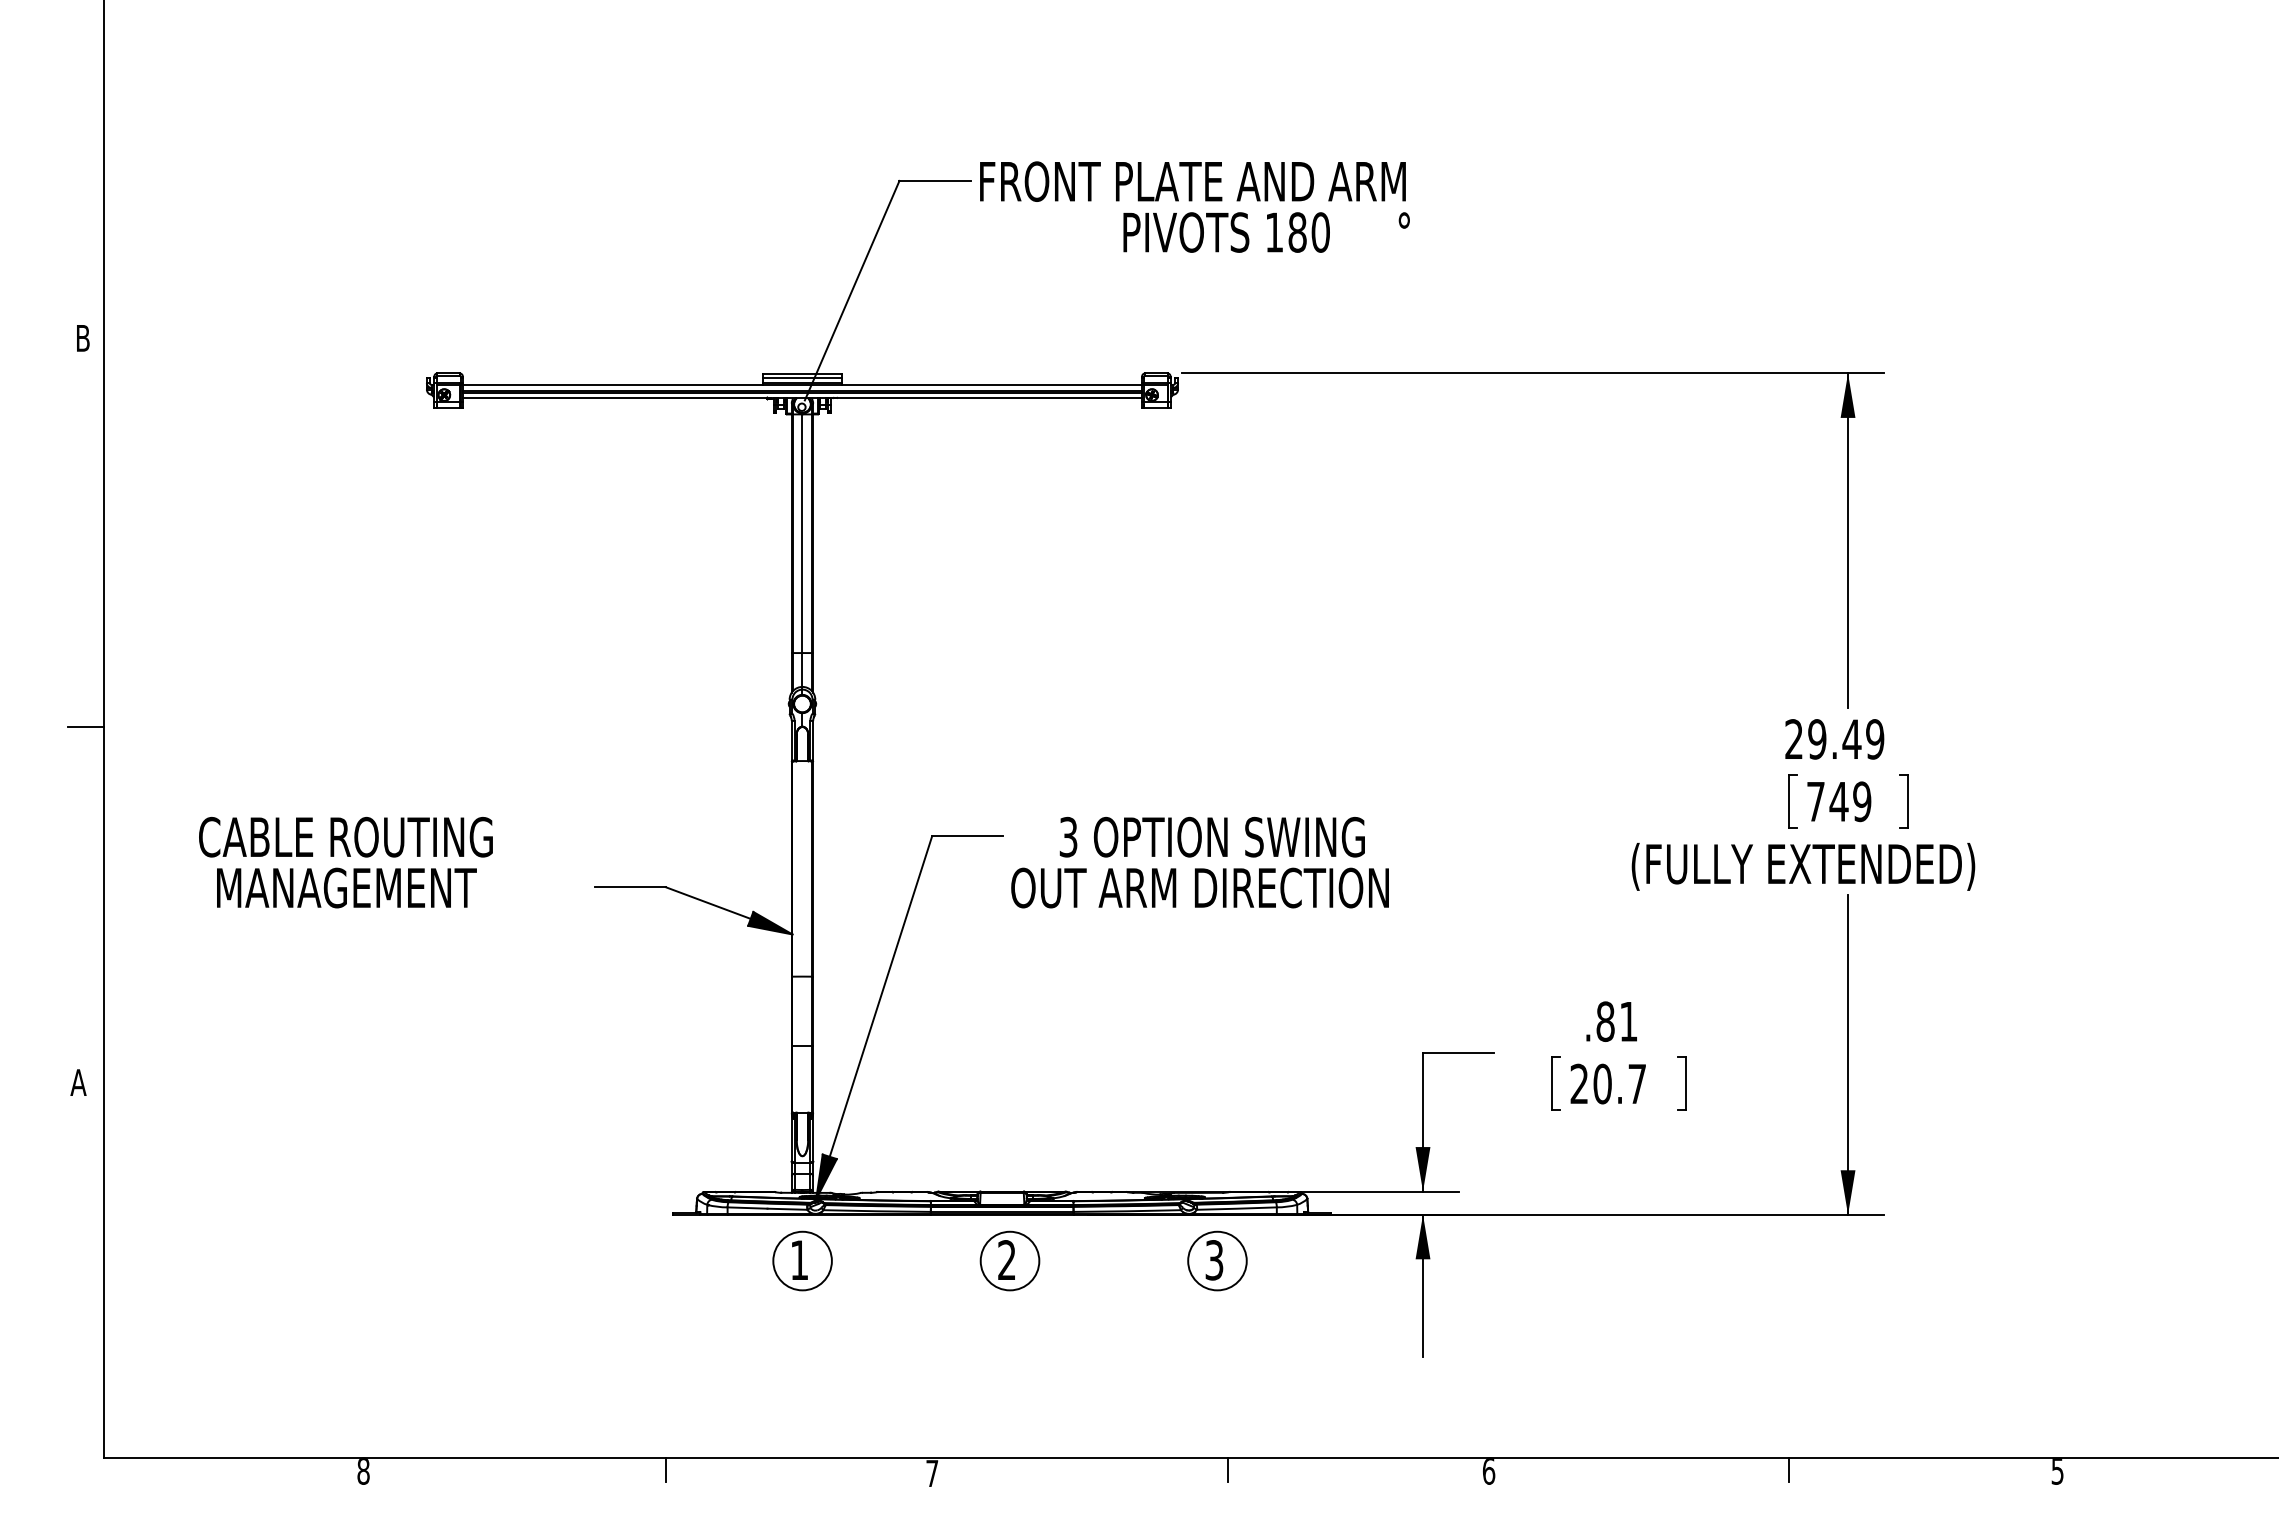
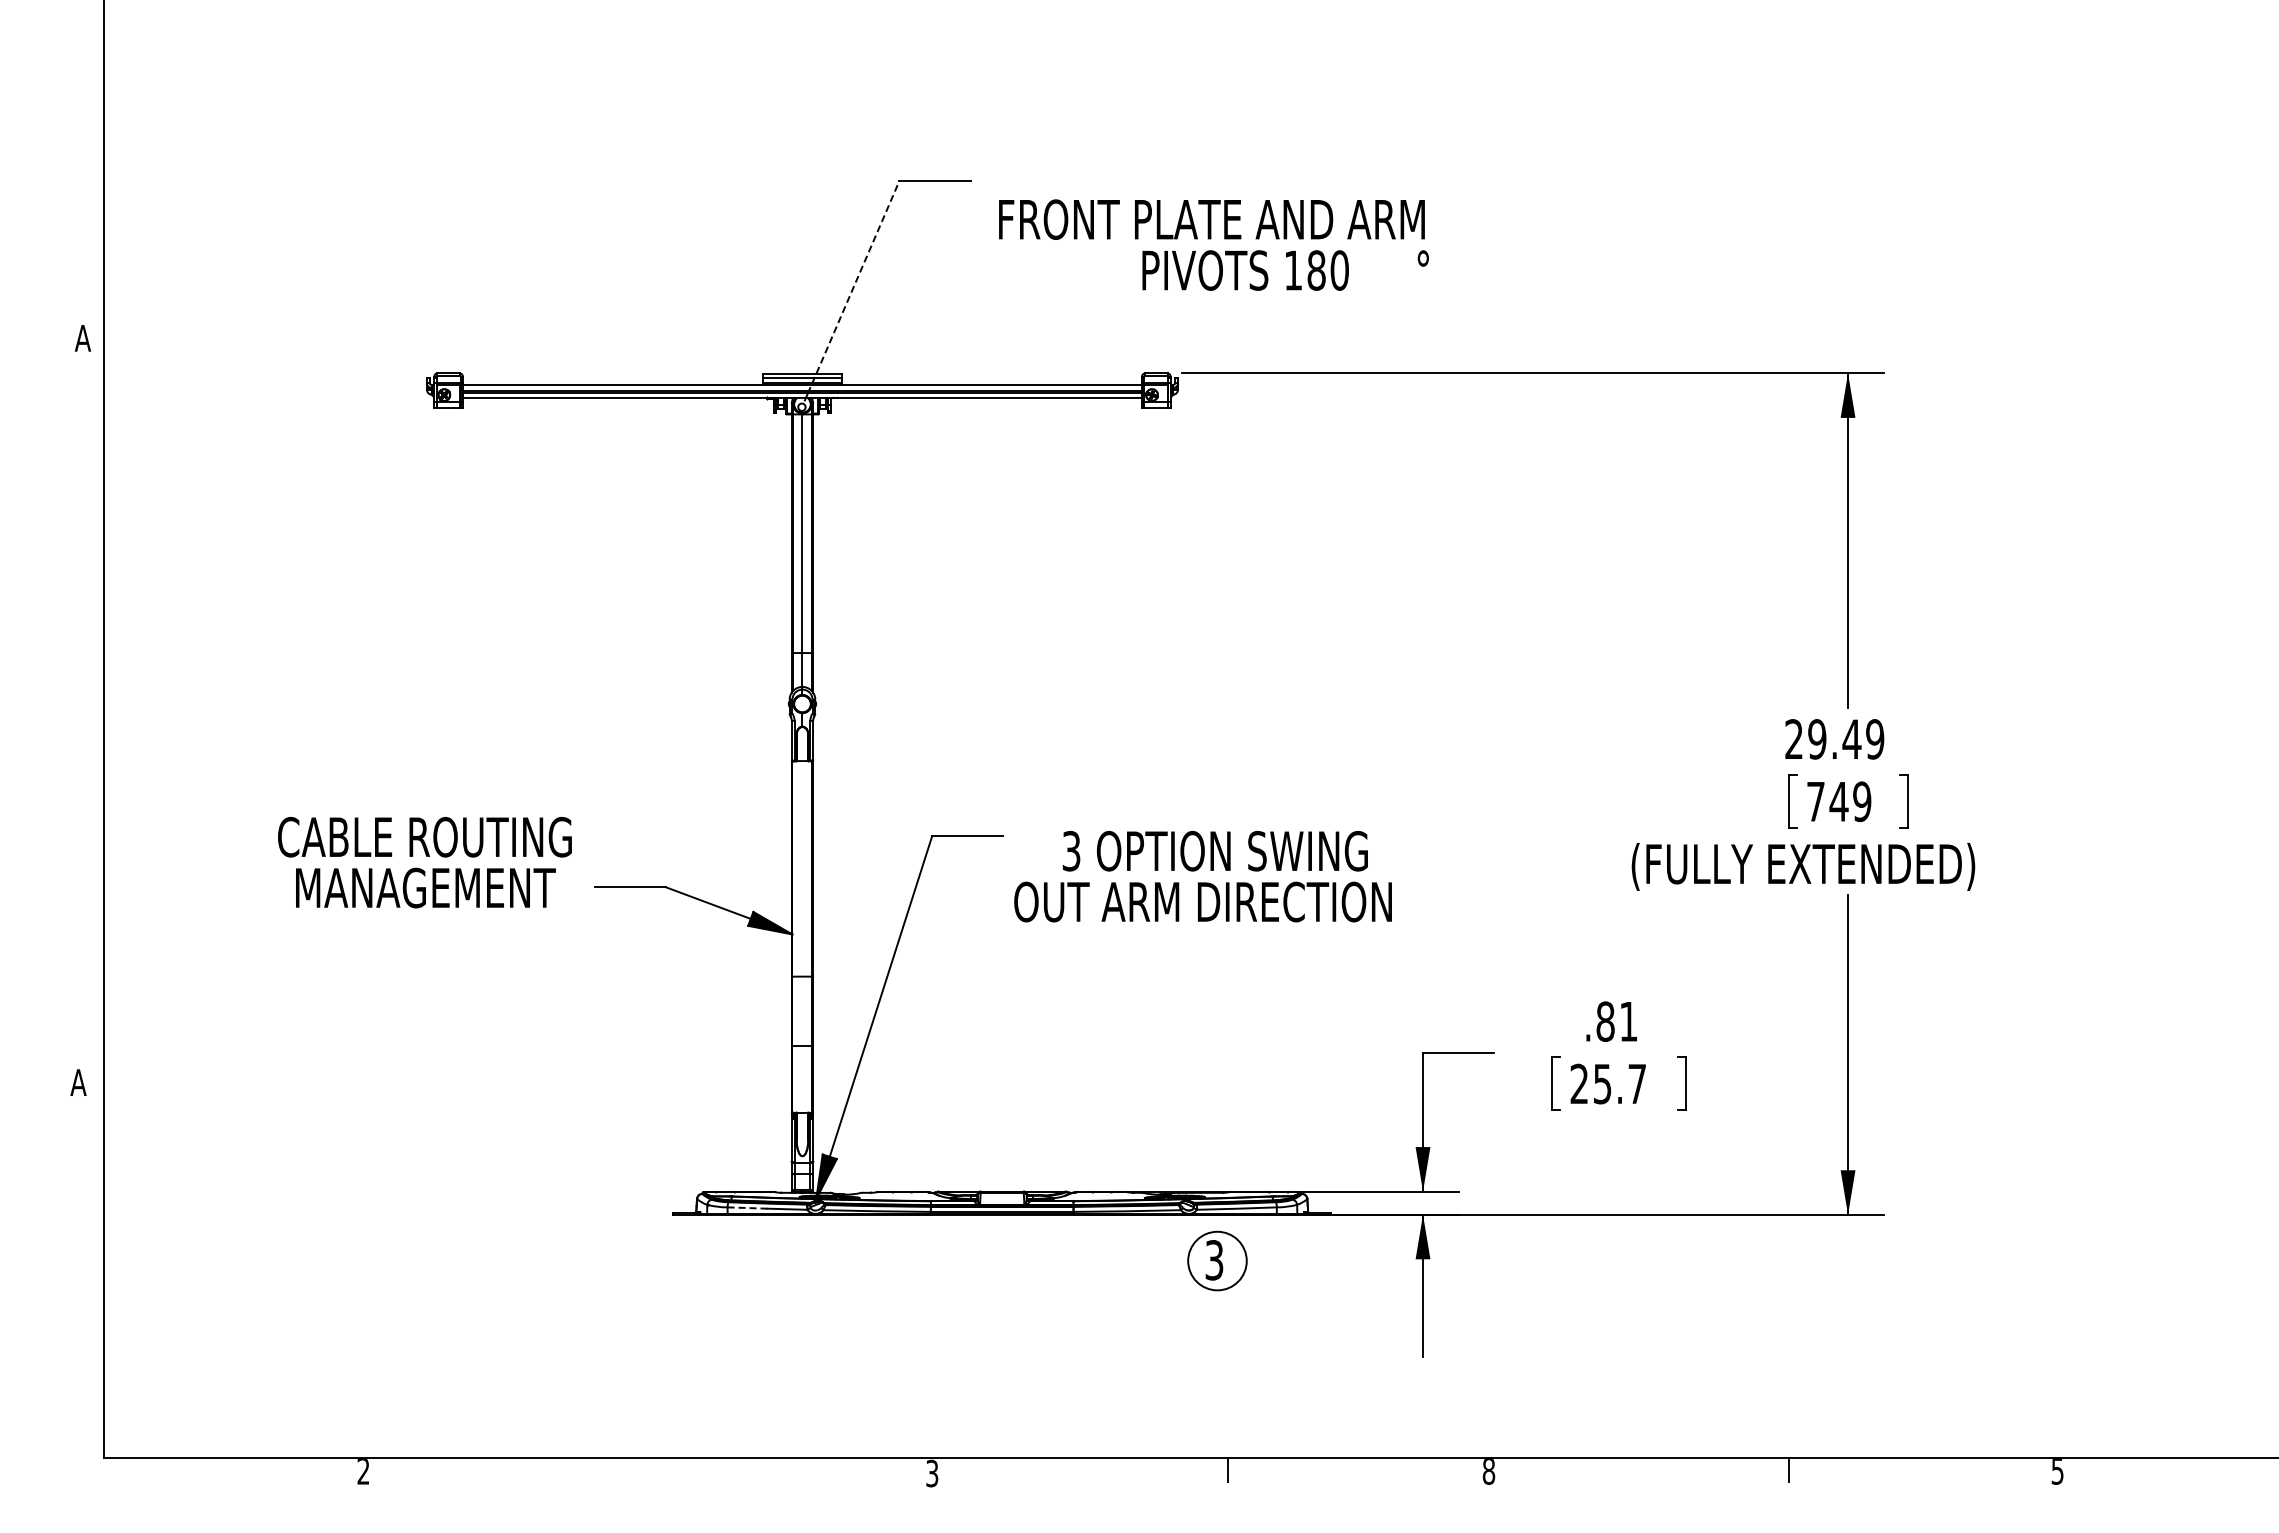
text at (1194, 206) position: (1194, 206) -> (1213, 244)
line at (853, 287): solid -> dashed
text at (82, 338): B -> A
line at (86, 726): present -> none
text at (345, 862) position: (345, 862) -> (424, 862)
text at (1199, 862) position: (1199, 862) -> (1202, 876)
text at (1602, 1083): 20.7 -> 25.7
line at (747, 1208): solid -> dashed
part at (802, 1260): present -> none
part at (1009, 1260): present -> none
line at (665, 1470): present -> none
text at (363, 1471): 8 -> 2
text at (1488, 1471): 6 -> 8
text at (932, 1473): 7 -> 3
